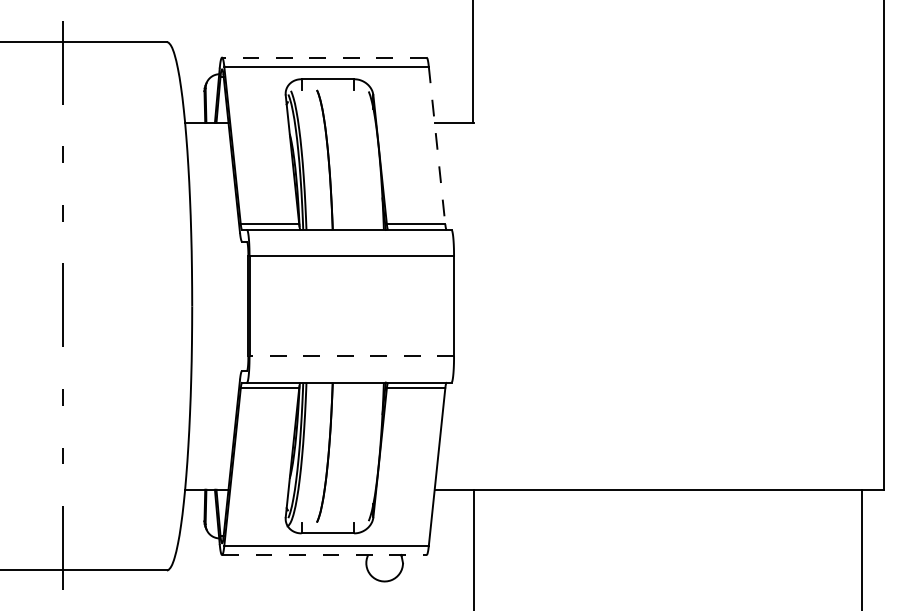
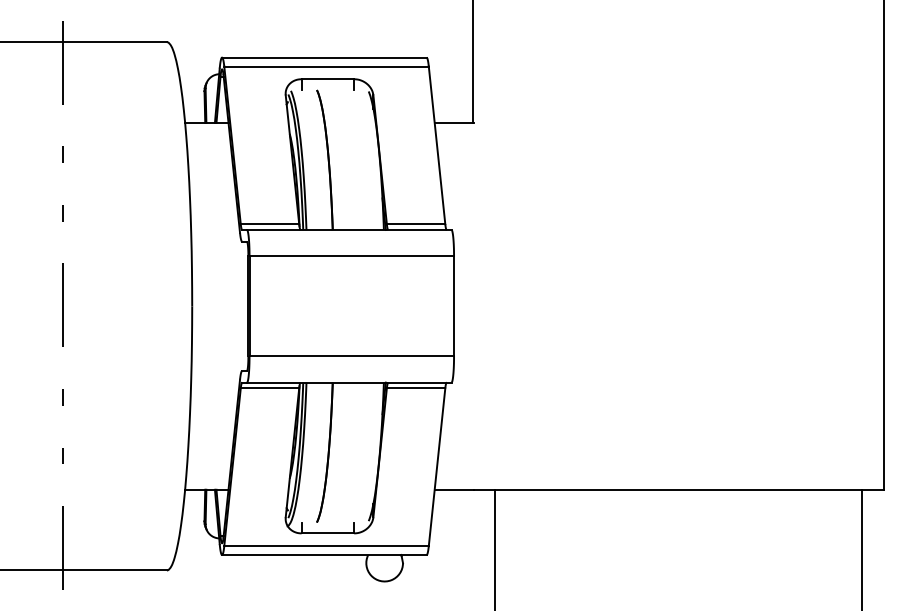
line at (323, 57): dashed -> solid
line at (437, 145): dashed -> solid
line at (351, 356): dashed -> solid
line at (473, 548) position: (473, 548) -> (494, 548)
line at (324, 555): dashed -> solid
